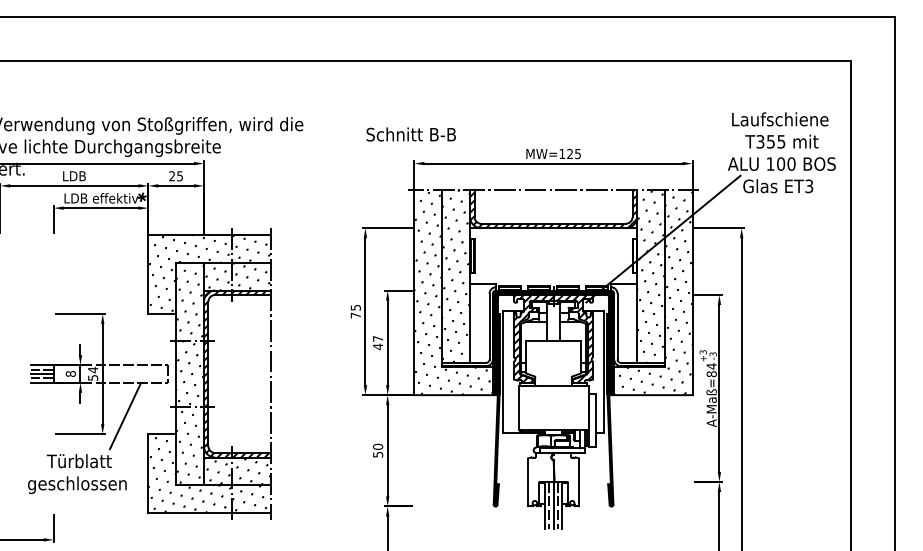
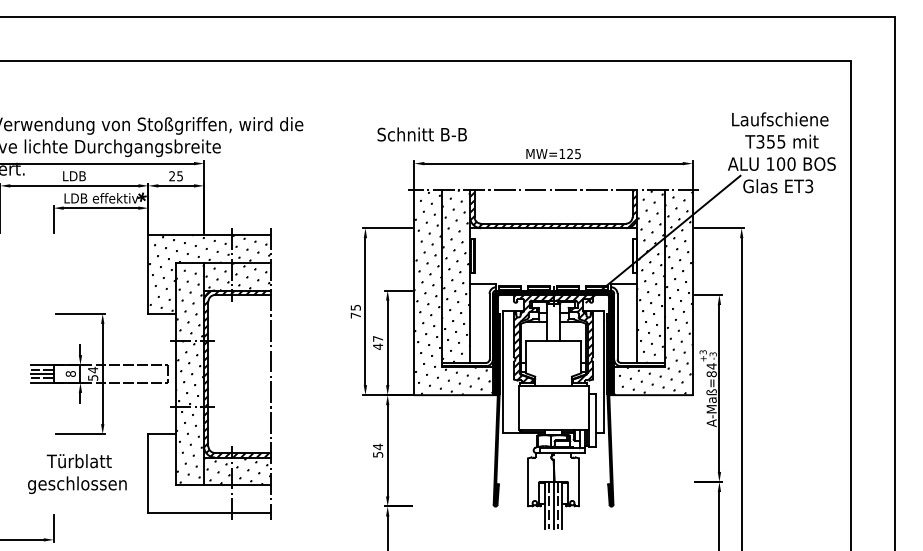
text at (410, 134) position: (410, 134) -> (421, 134)
line at (125, 415): present -> none
text at (378, 446): 50 -> 54
hatch at (209, 475): present -> none
